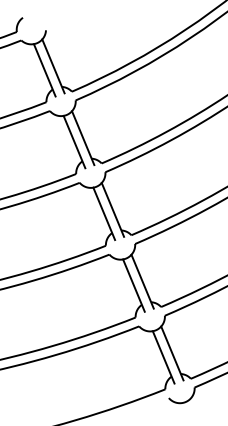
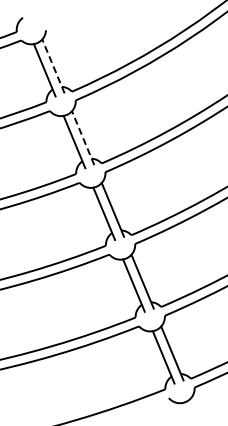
line at (53, 65): solid -> dashed
line at (82, 137): solid -> dashed
